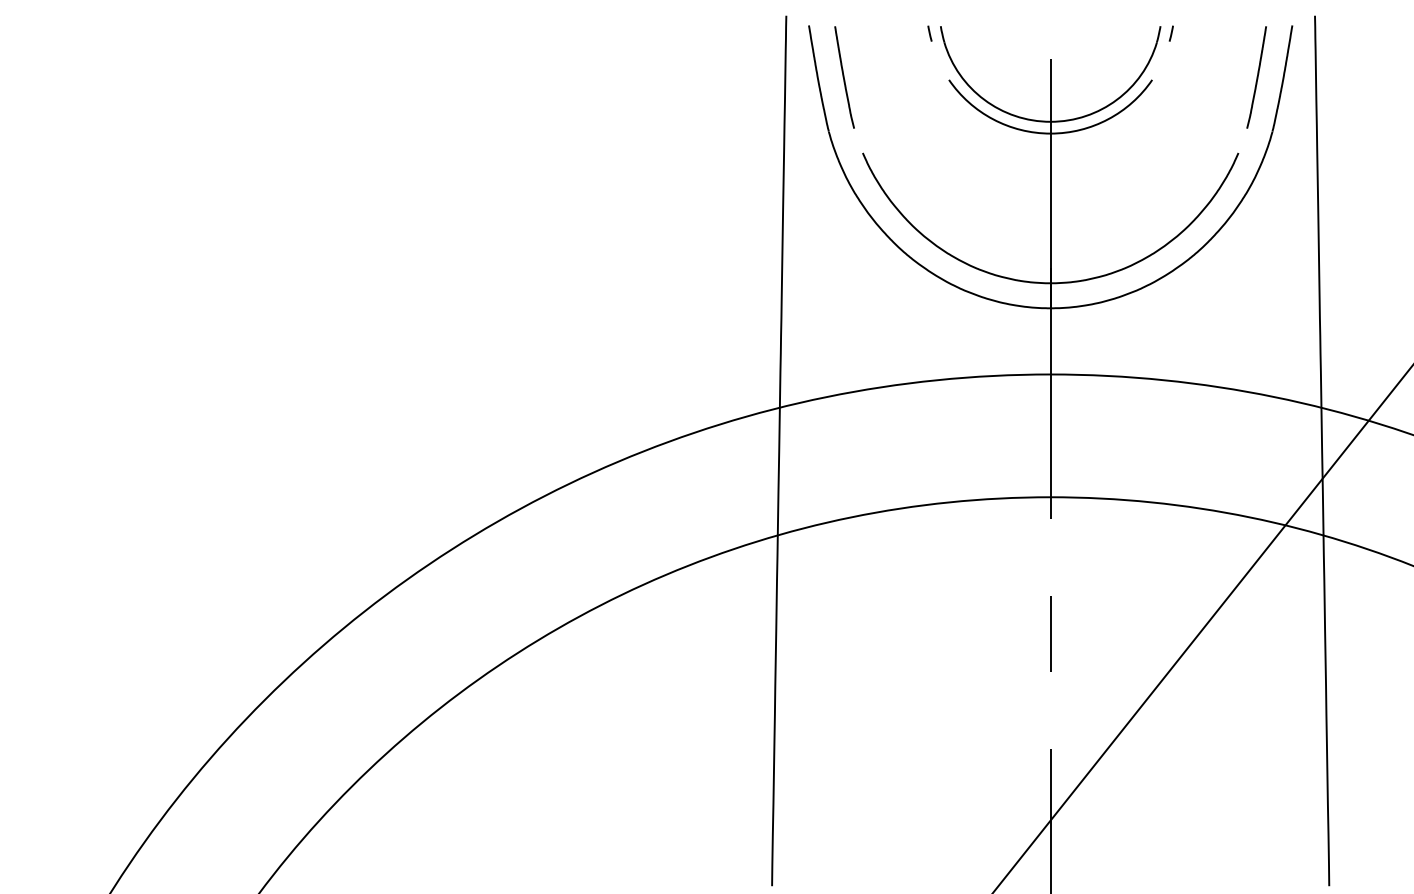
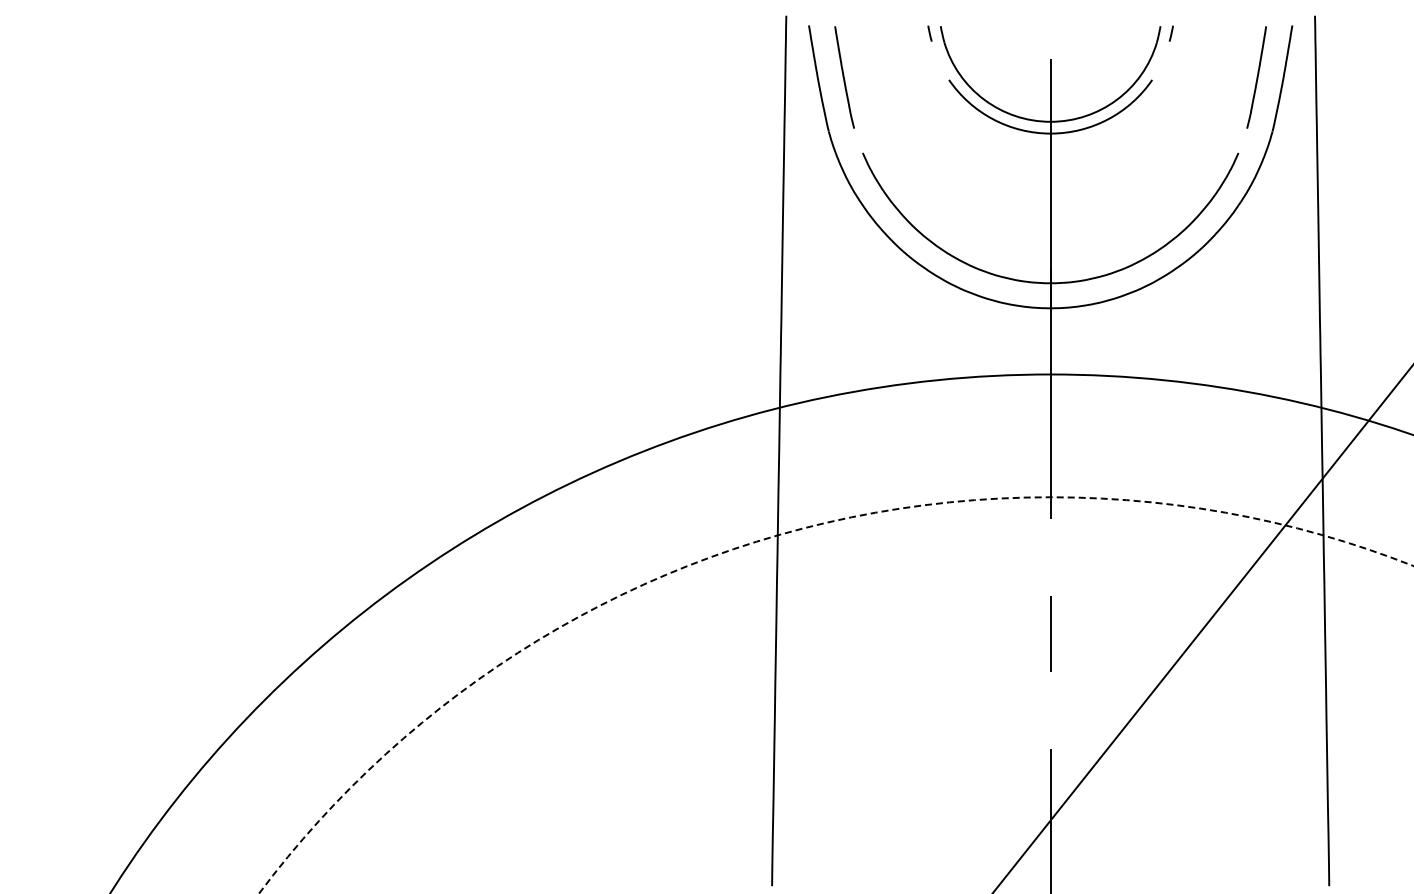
circle at (836, 695): solid -> dashed
